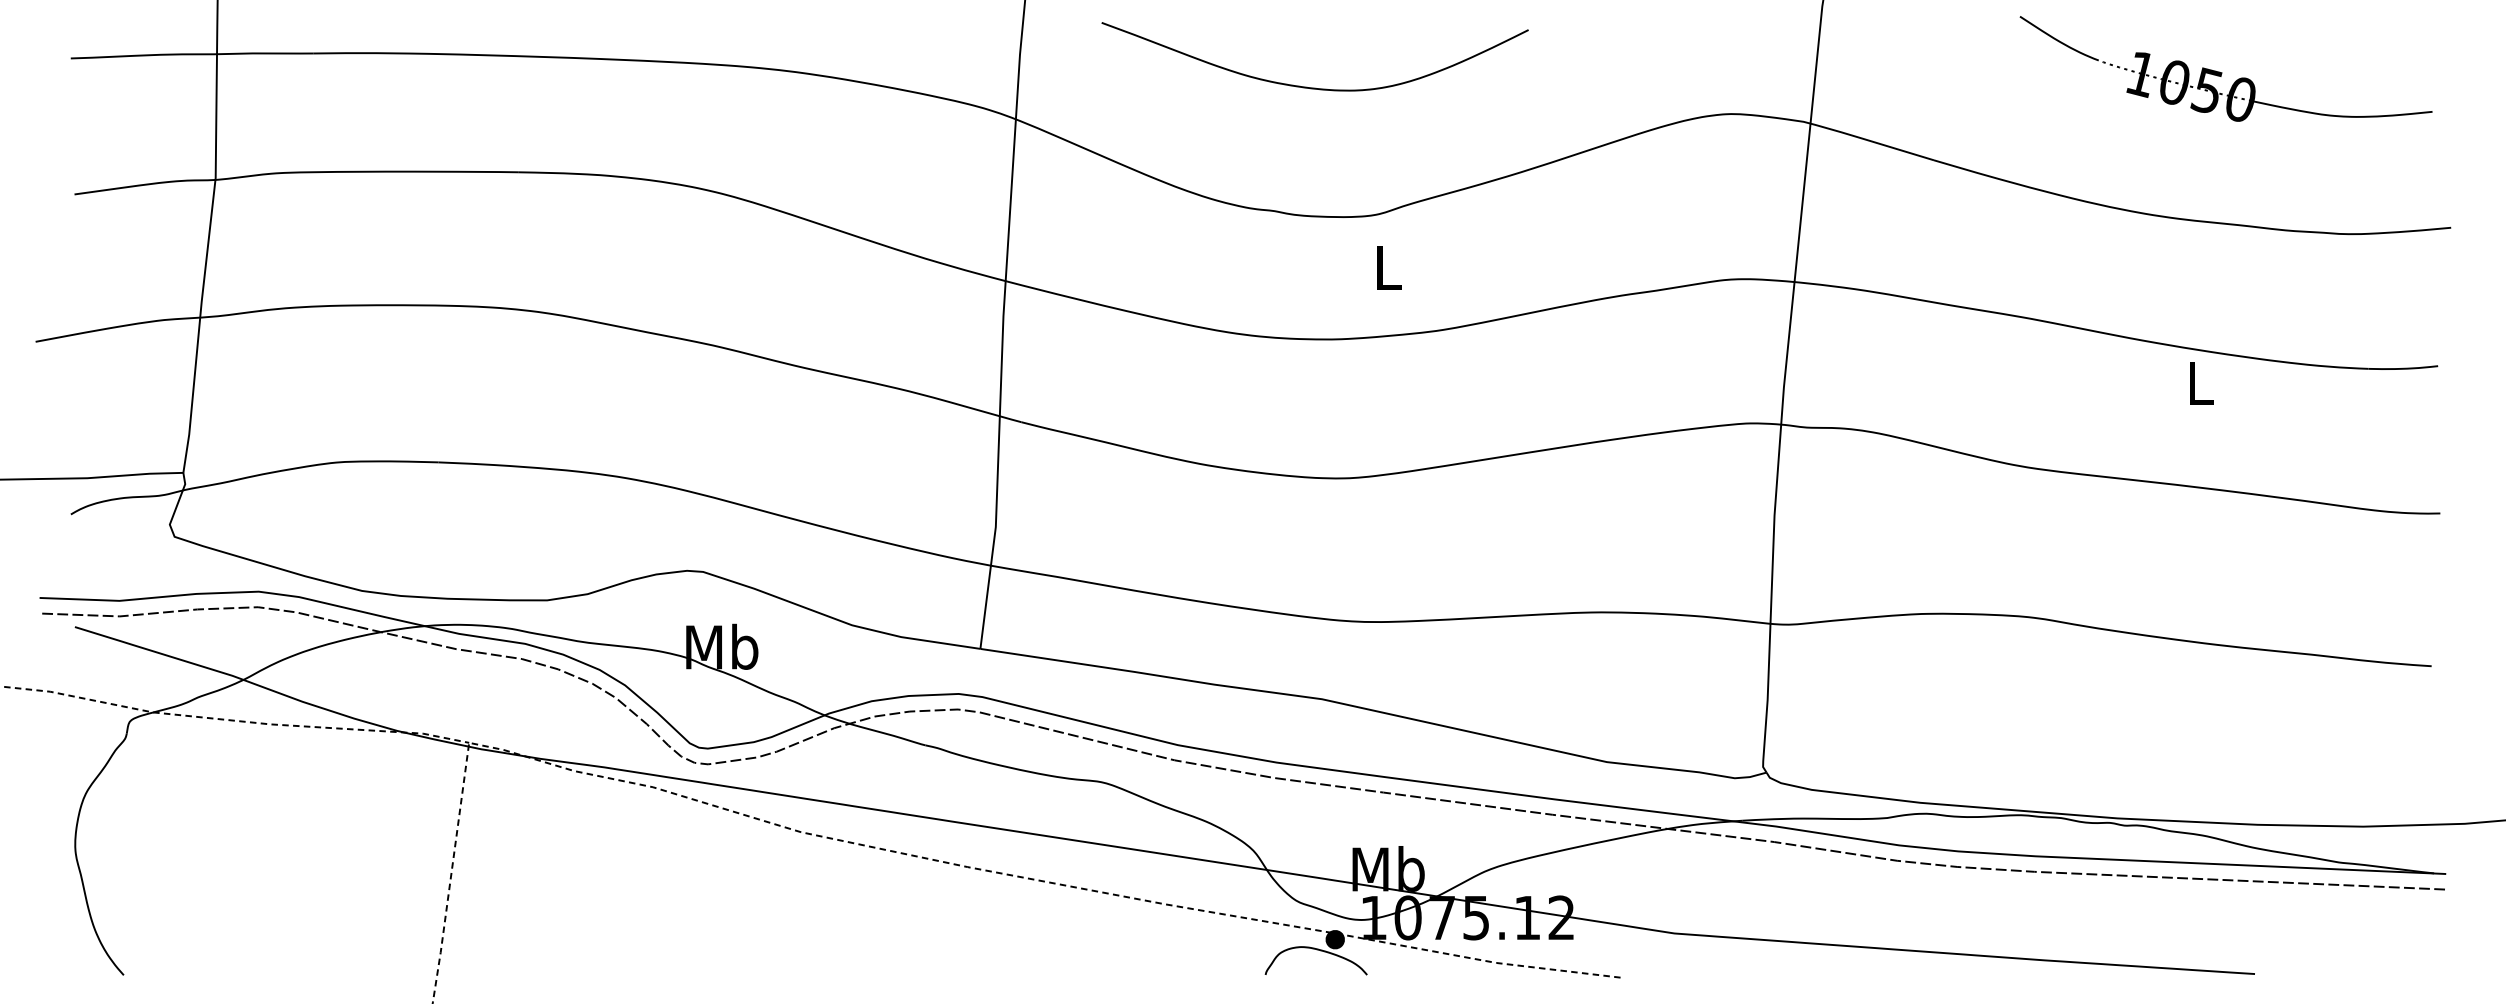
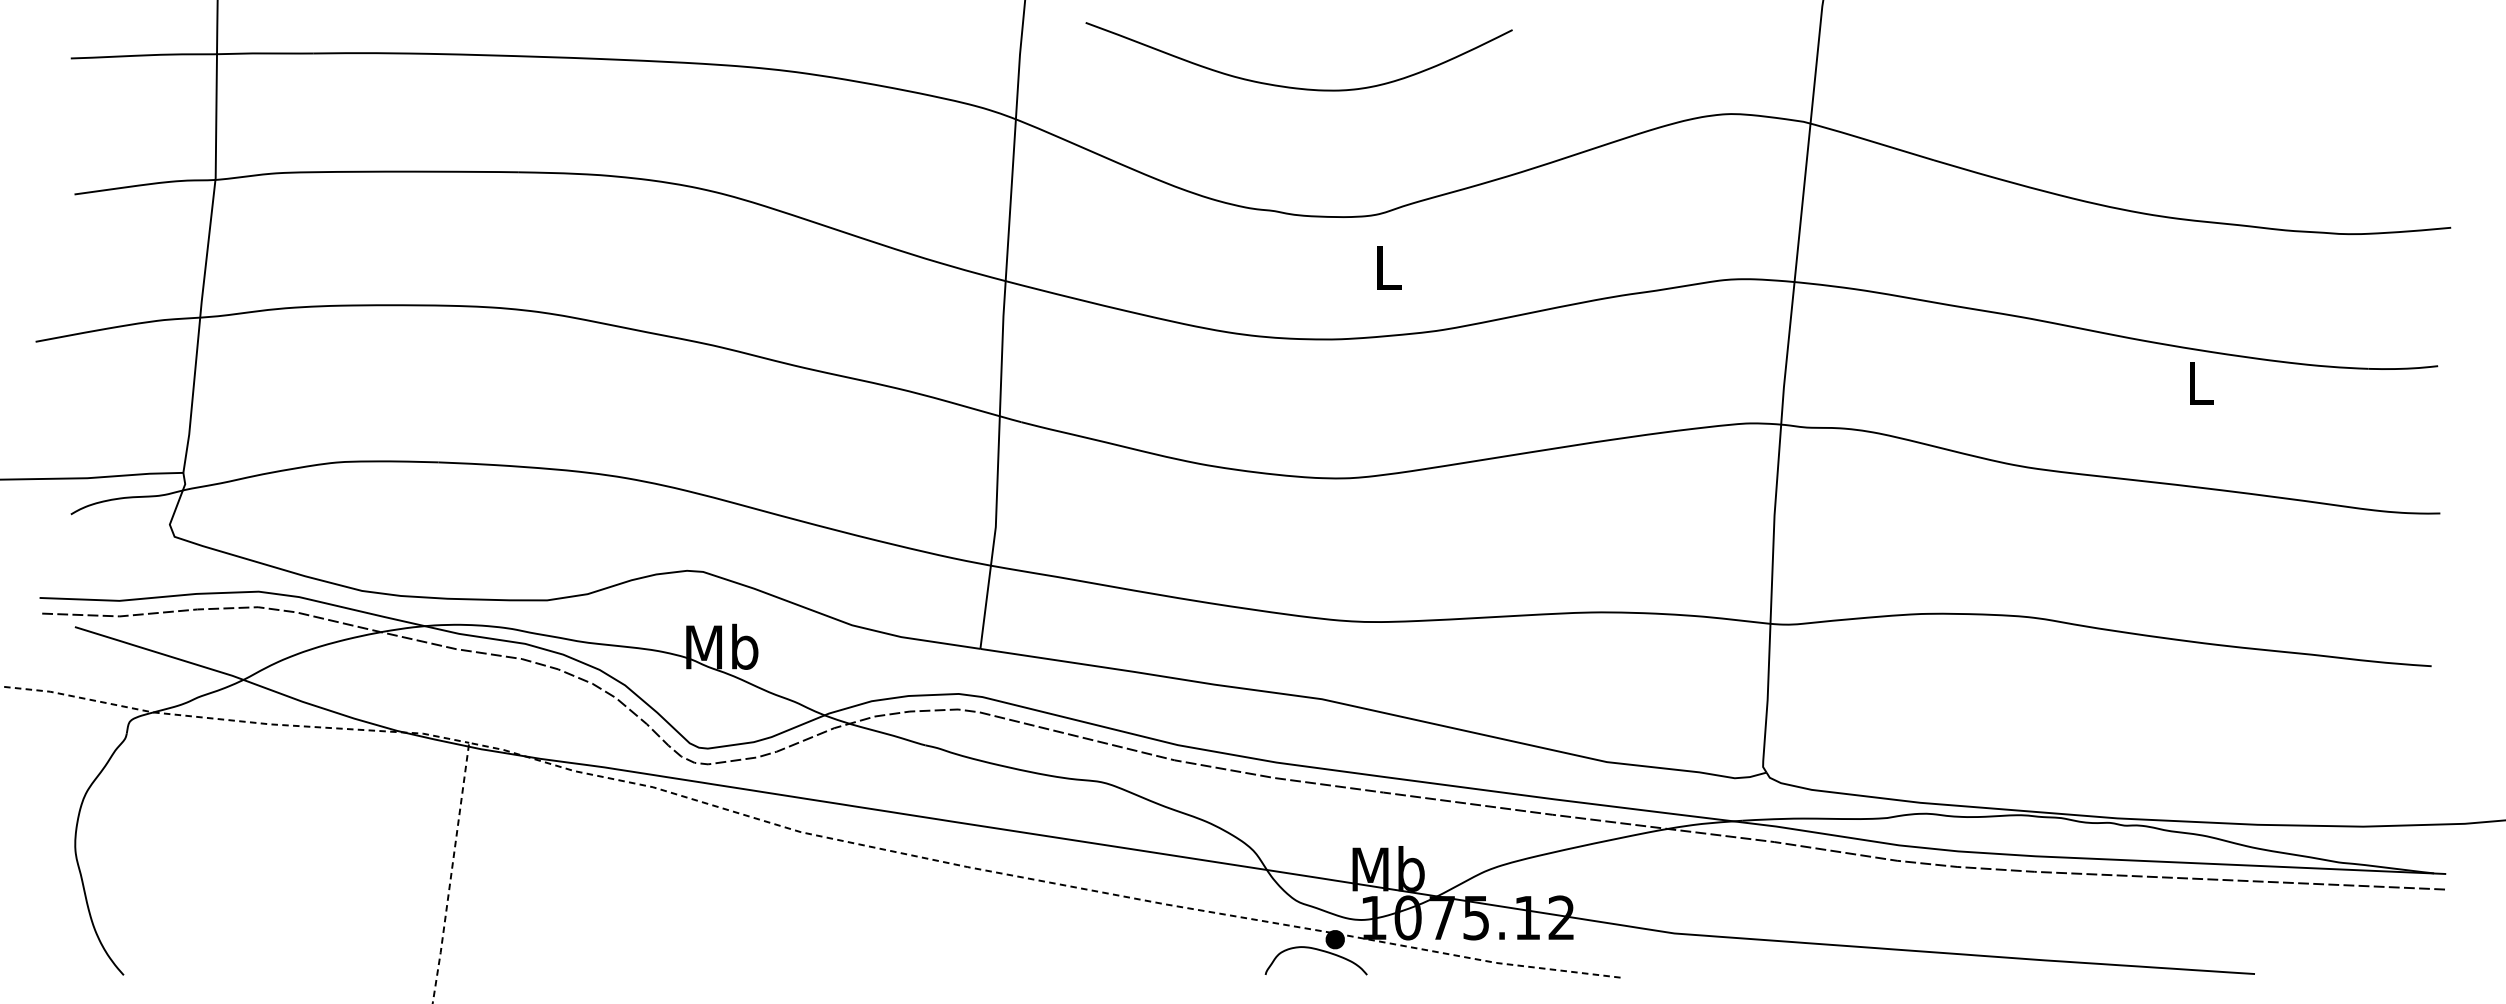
part at (2225, 68): present -> none
curve at (1314, 87) position: (1314, 87) -> (1298, 87)
